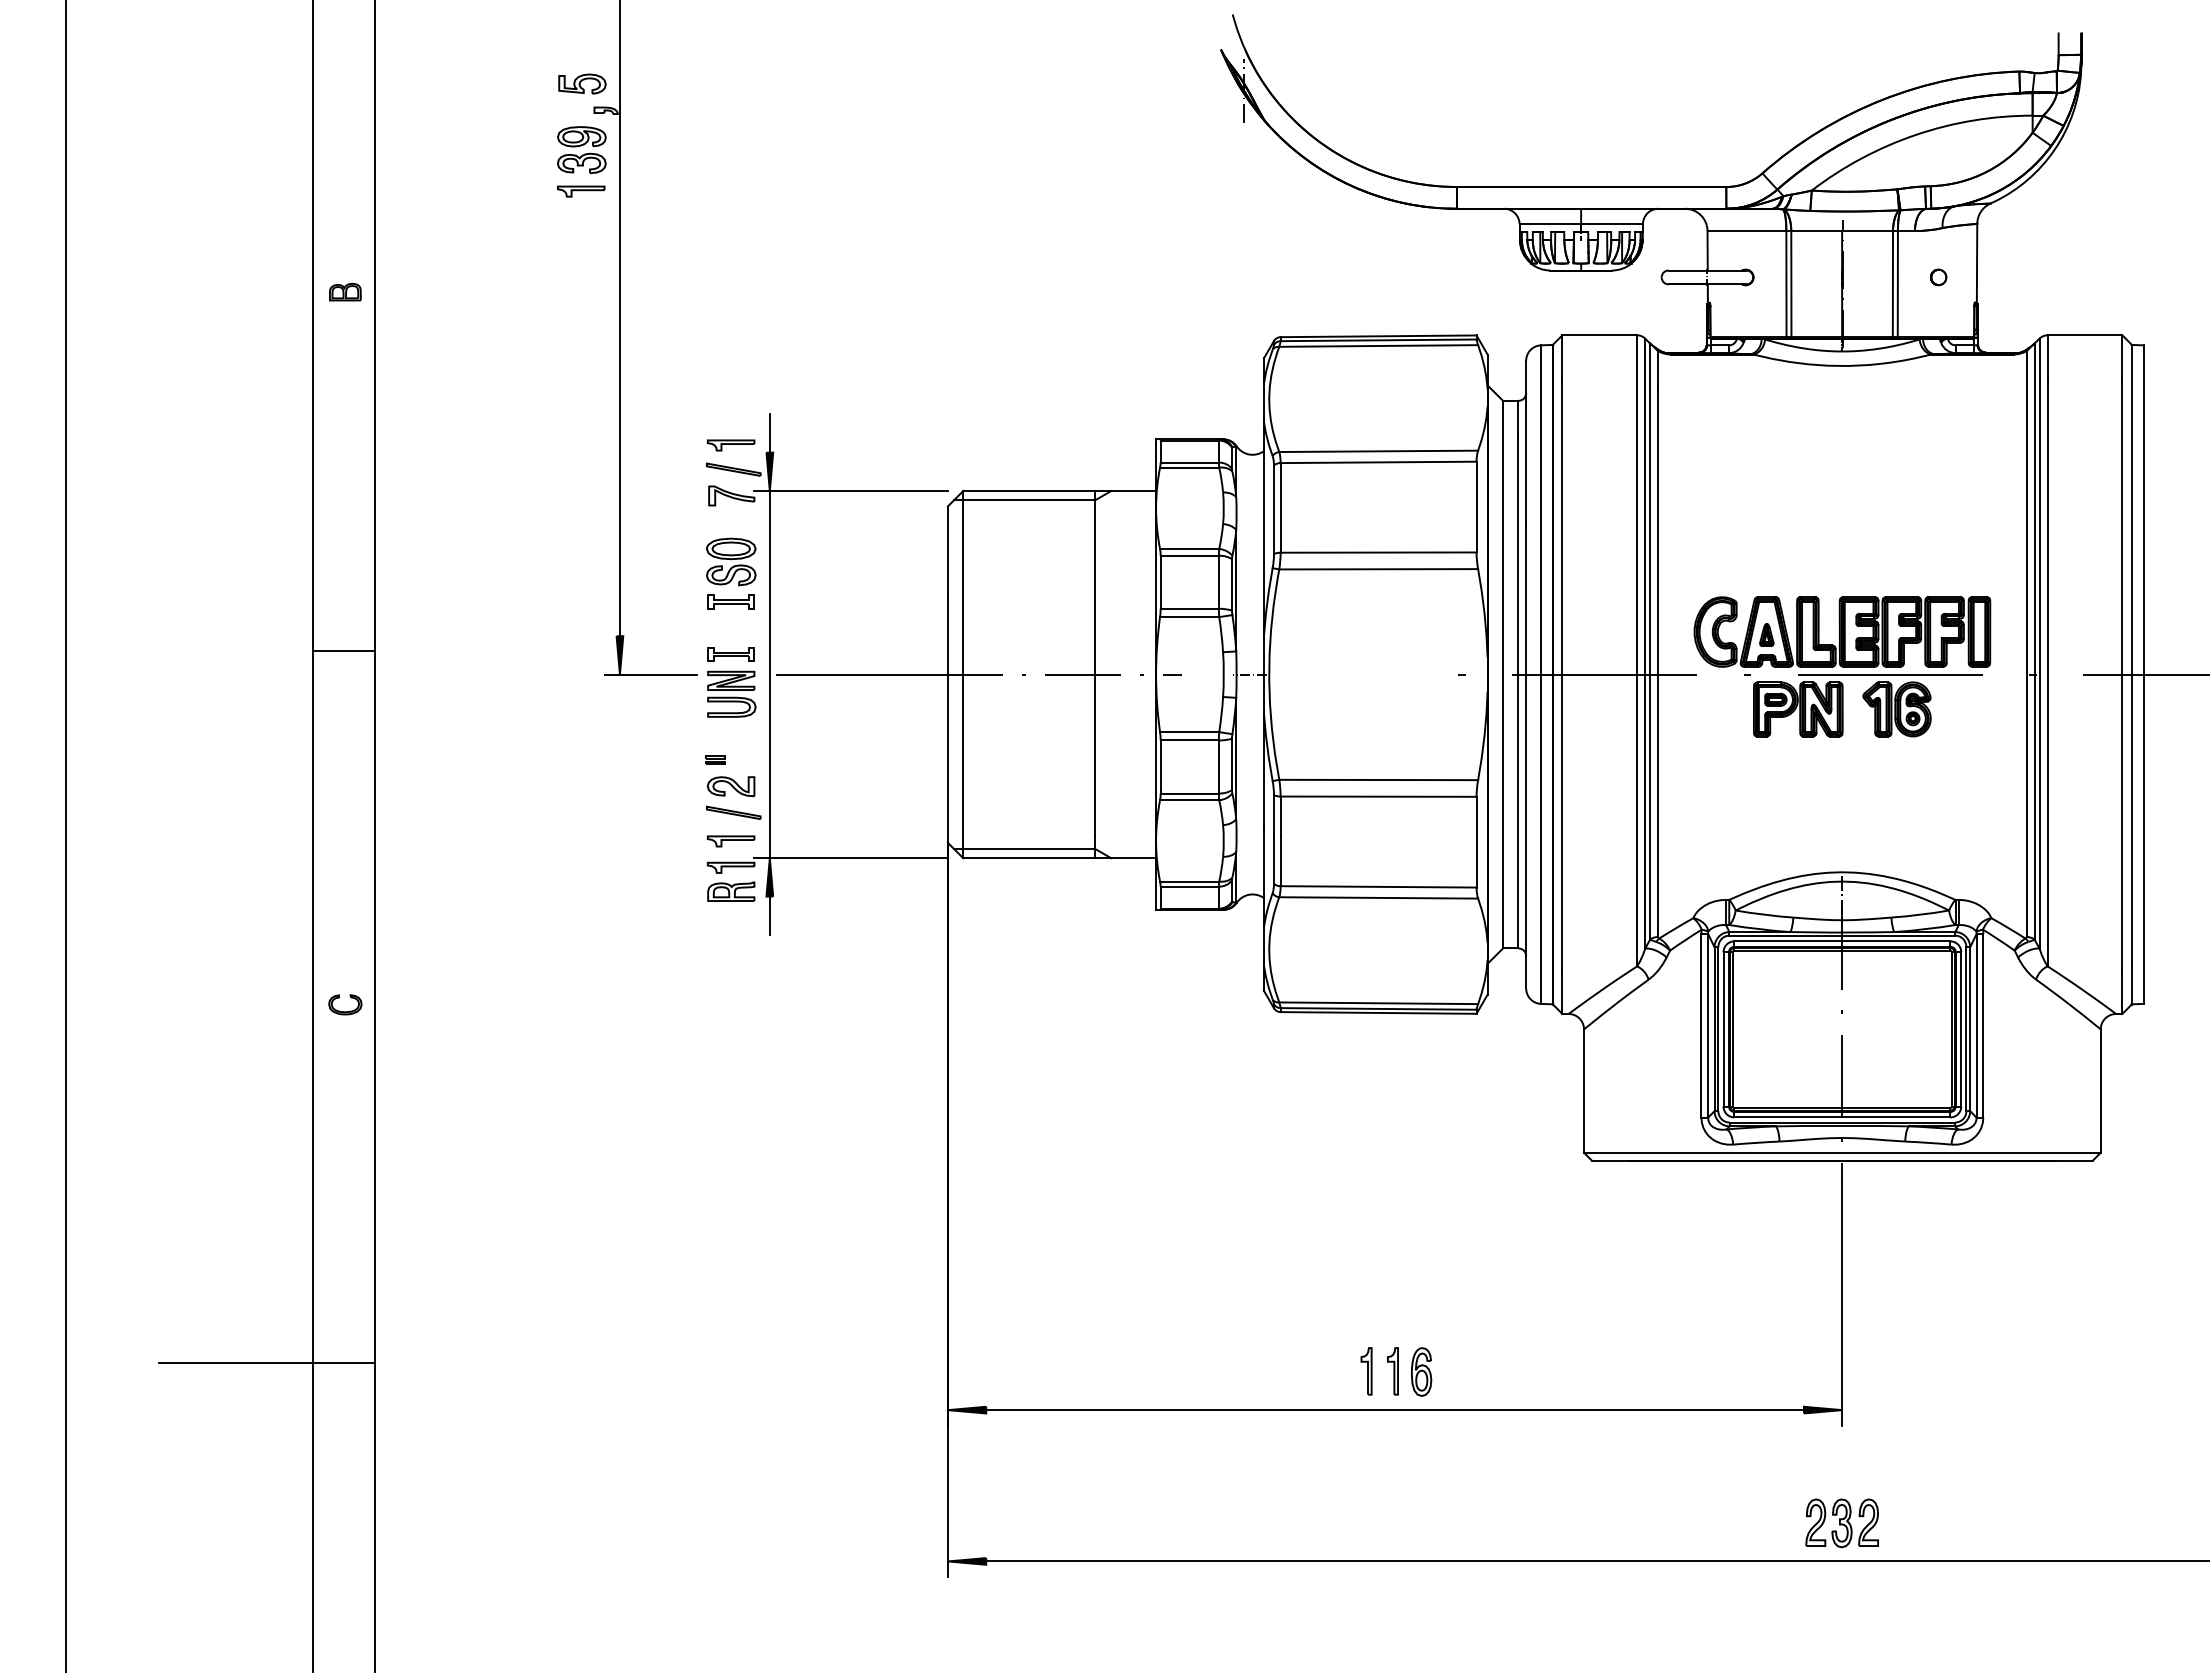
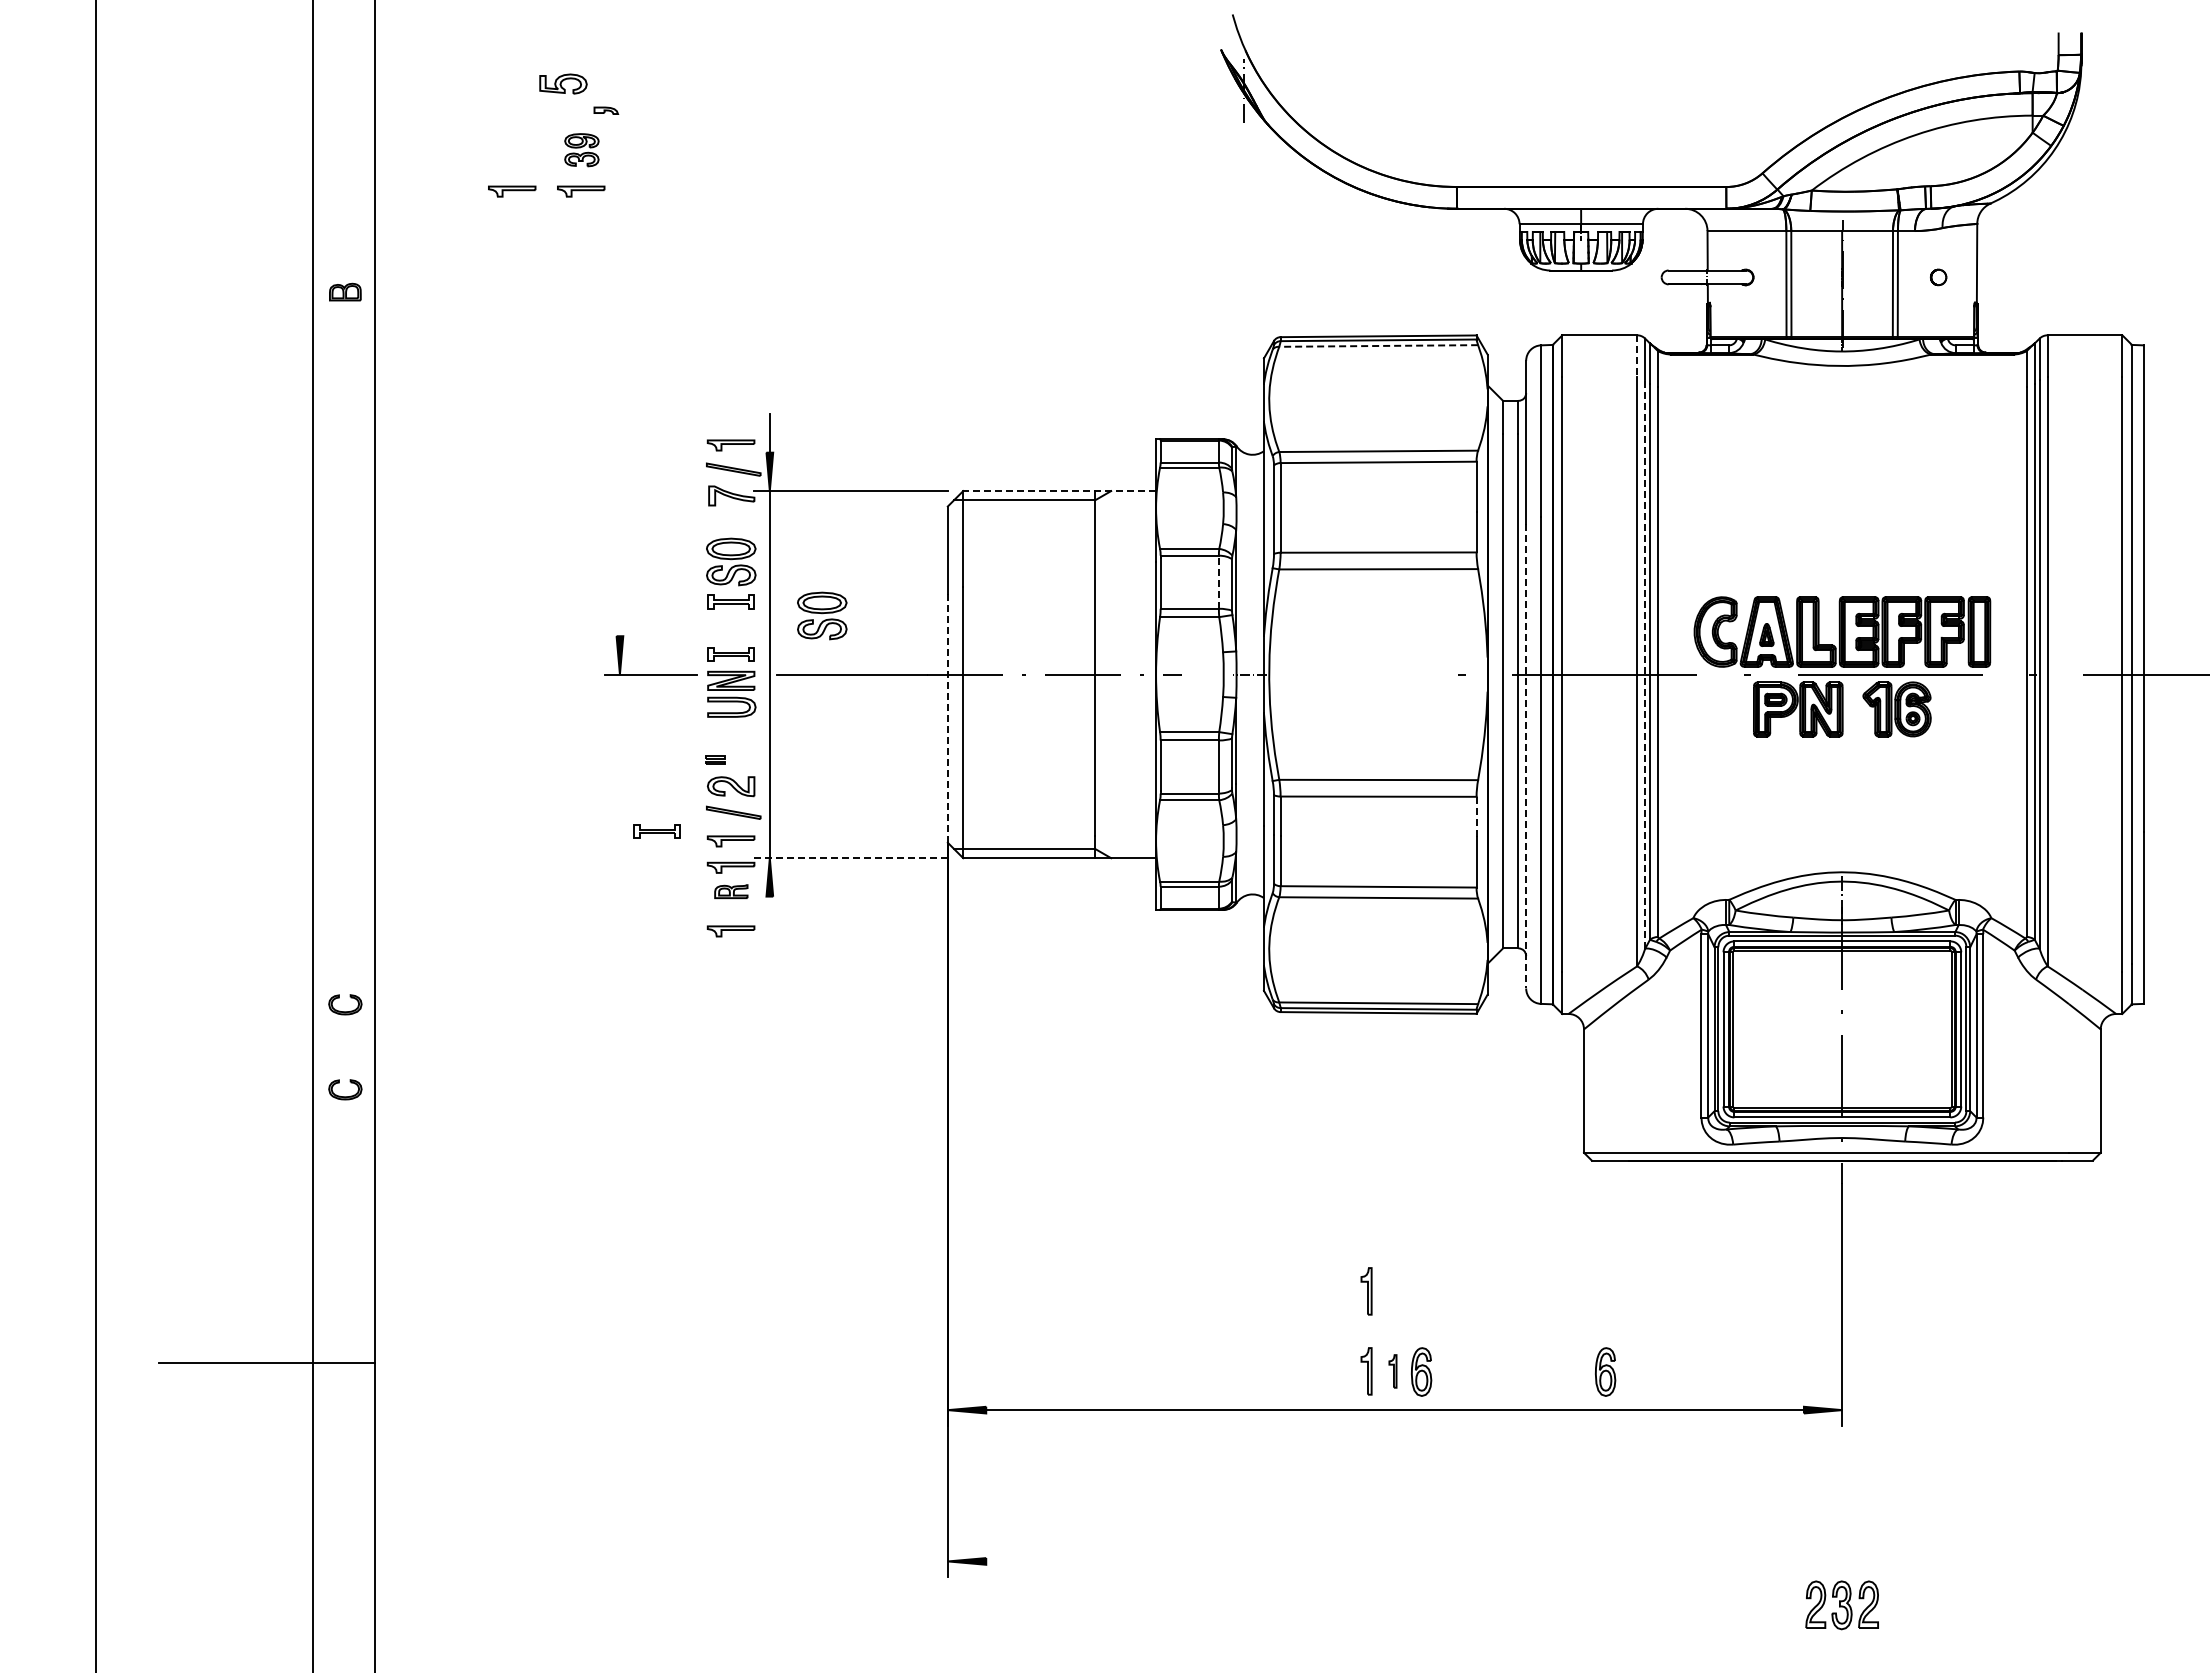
part at (582, 83) position: (582, 83) -> (563, 83)
part at (581, 150) size: 50x49 px -> 36x35 px
part at (512, 191): none -> present
line at (619, 319): present -> none
line at (1378, 346): solid -> dashed
line at (1637, 356): solid -> dashed
line at (1059, 491): solid -> dashed
line at (1218, 582): solid -> dashed
part at (822, 615): none -> present
line at (343, 651): present -> none
line at (1645, 663): solid -> dashed
line at (947, 718): solid -> dashed
line at (1526, 756): solid -> dashed
line at (1476, 816): solid -> dashed
part at (656, 831): none -> present
line at (66, 835) position: (66, 835) -> (96, 835)
line at (851, 858): solid -> dashed
part at (731, 891) size: 49x21 px -> 35x16 px
line at (769, 915): present -> none
part at (730, 931): none -> present
part at (345, 1096): none -> present
part at (1366, 1291): none -> present
part at (1392, 1371) size: 12x49 px -> 10x35 px
part at (1605, 1371): none -> present
part at (1841, 1523) position: (1841, 1523) -> (1841, 1605)
line at (1596, 1561): present -> none
